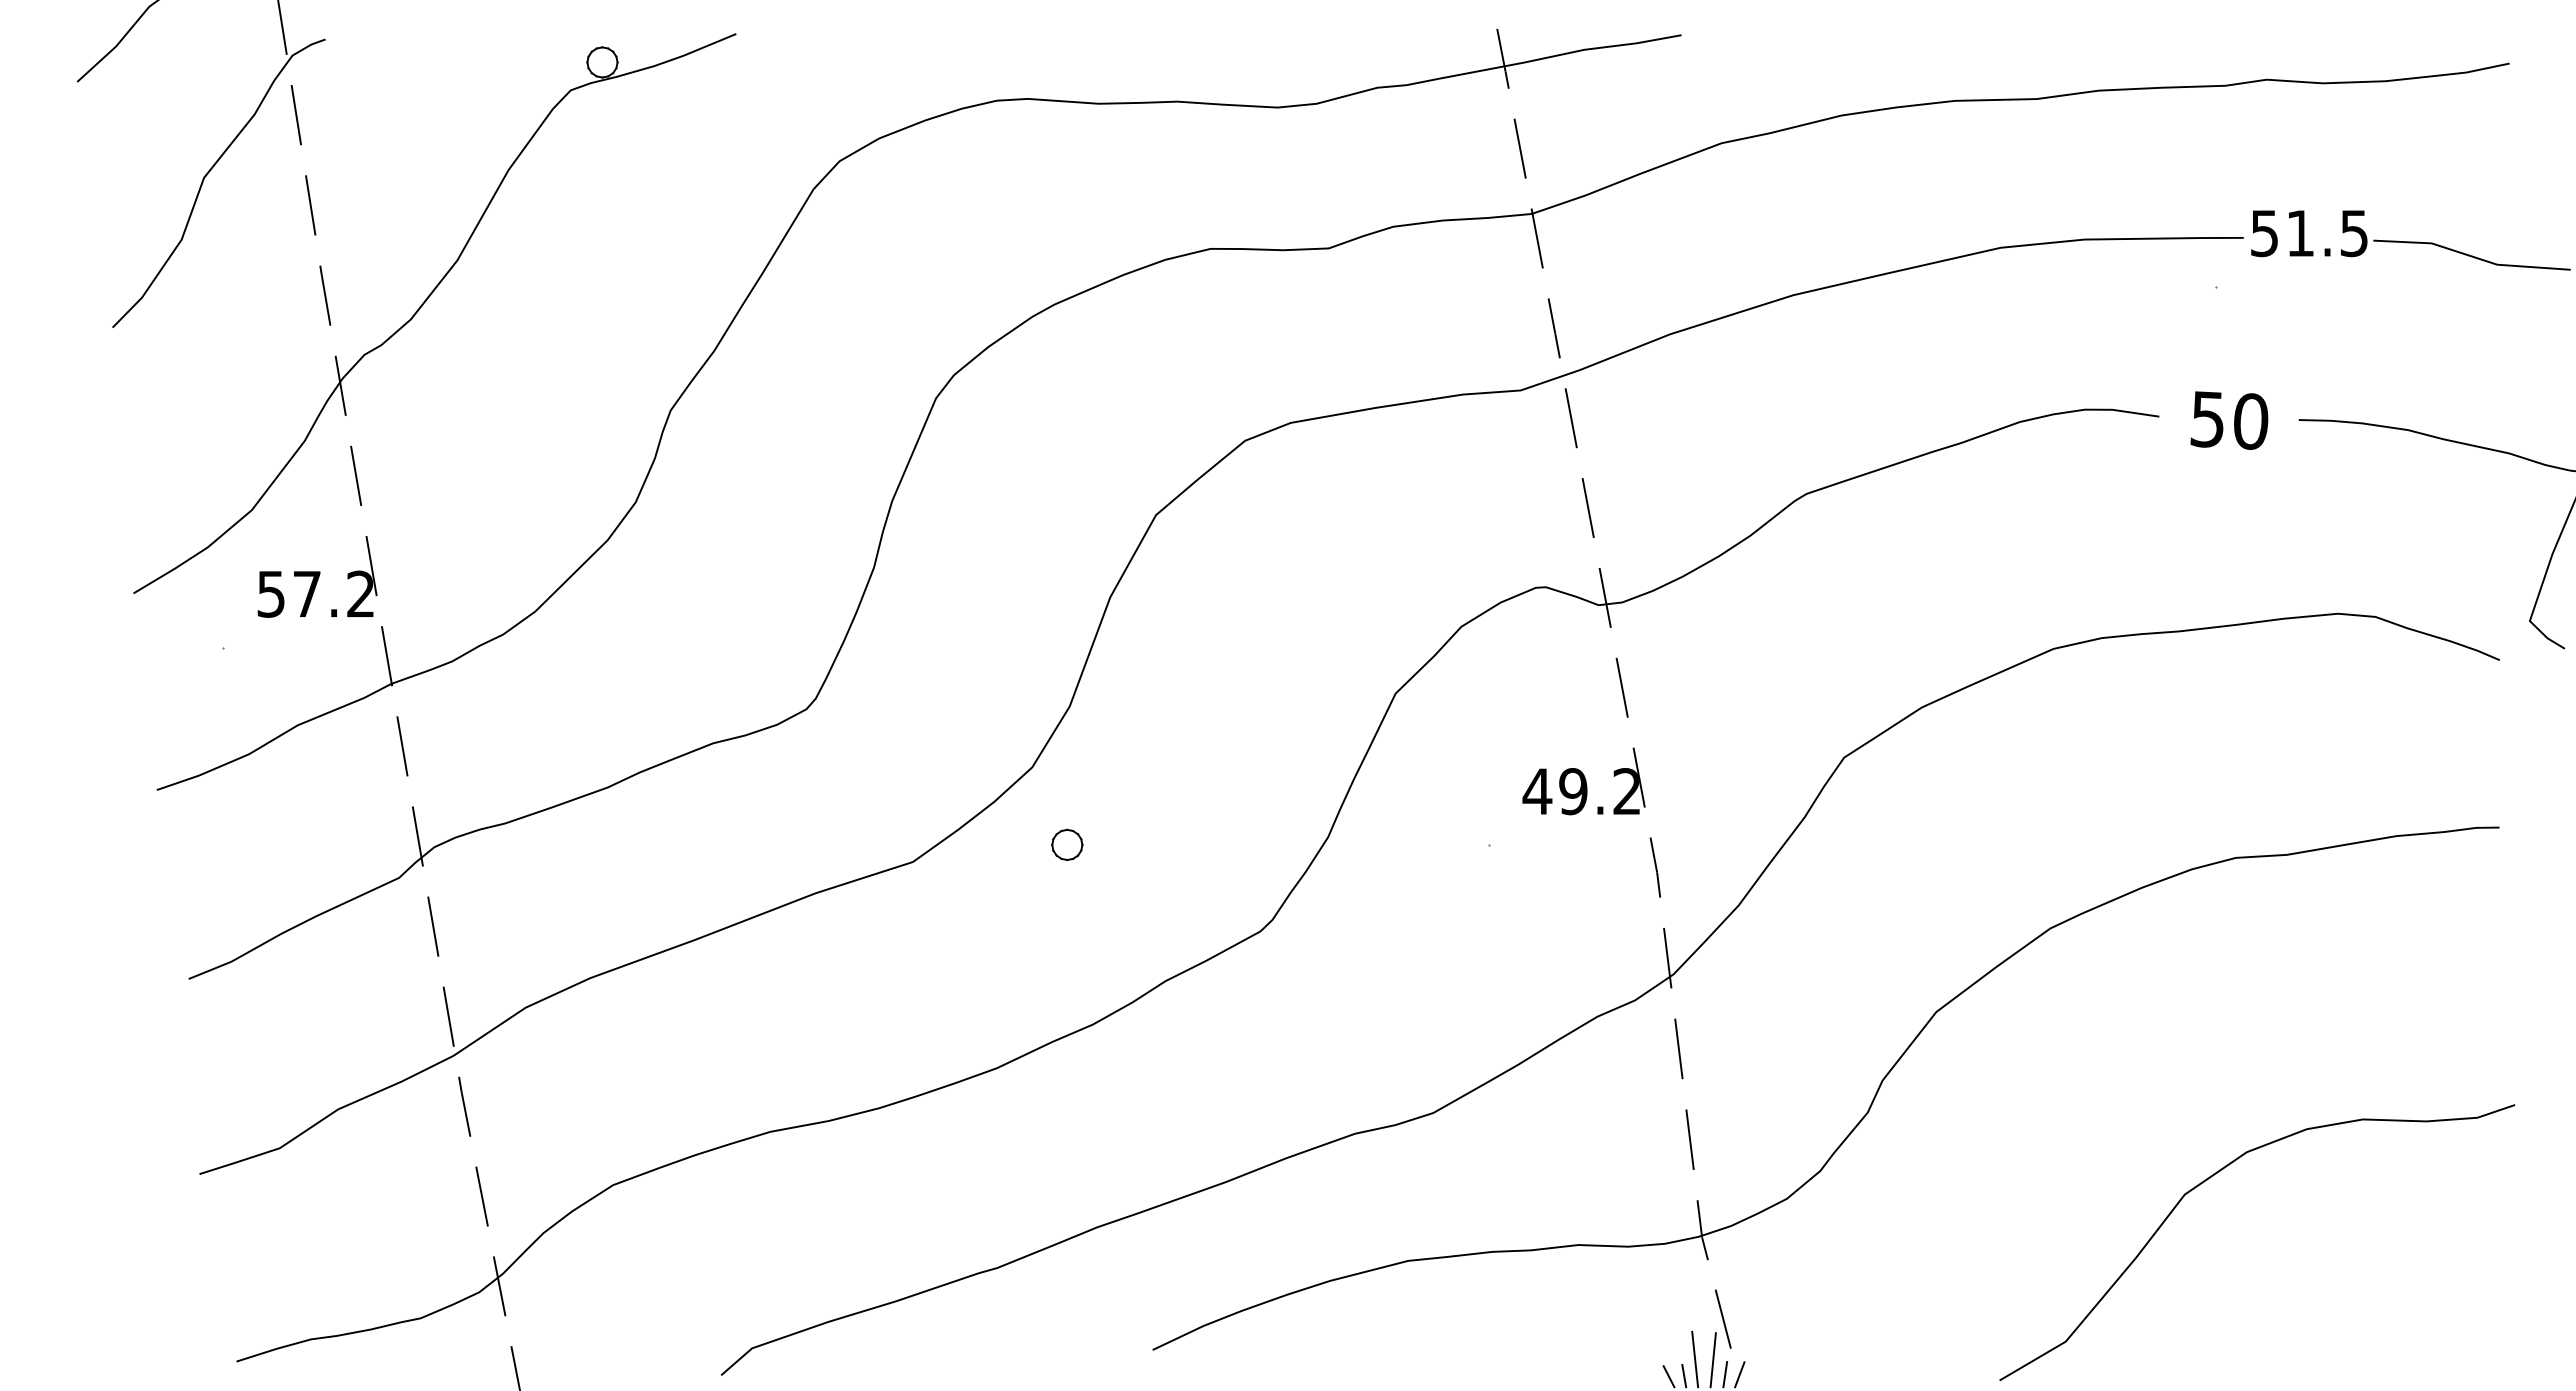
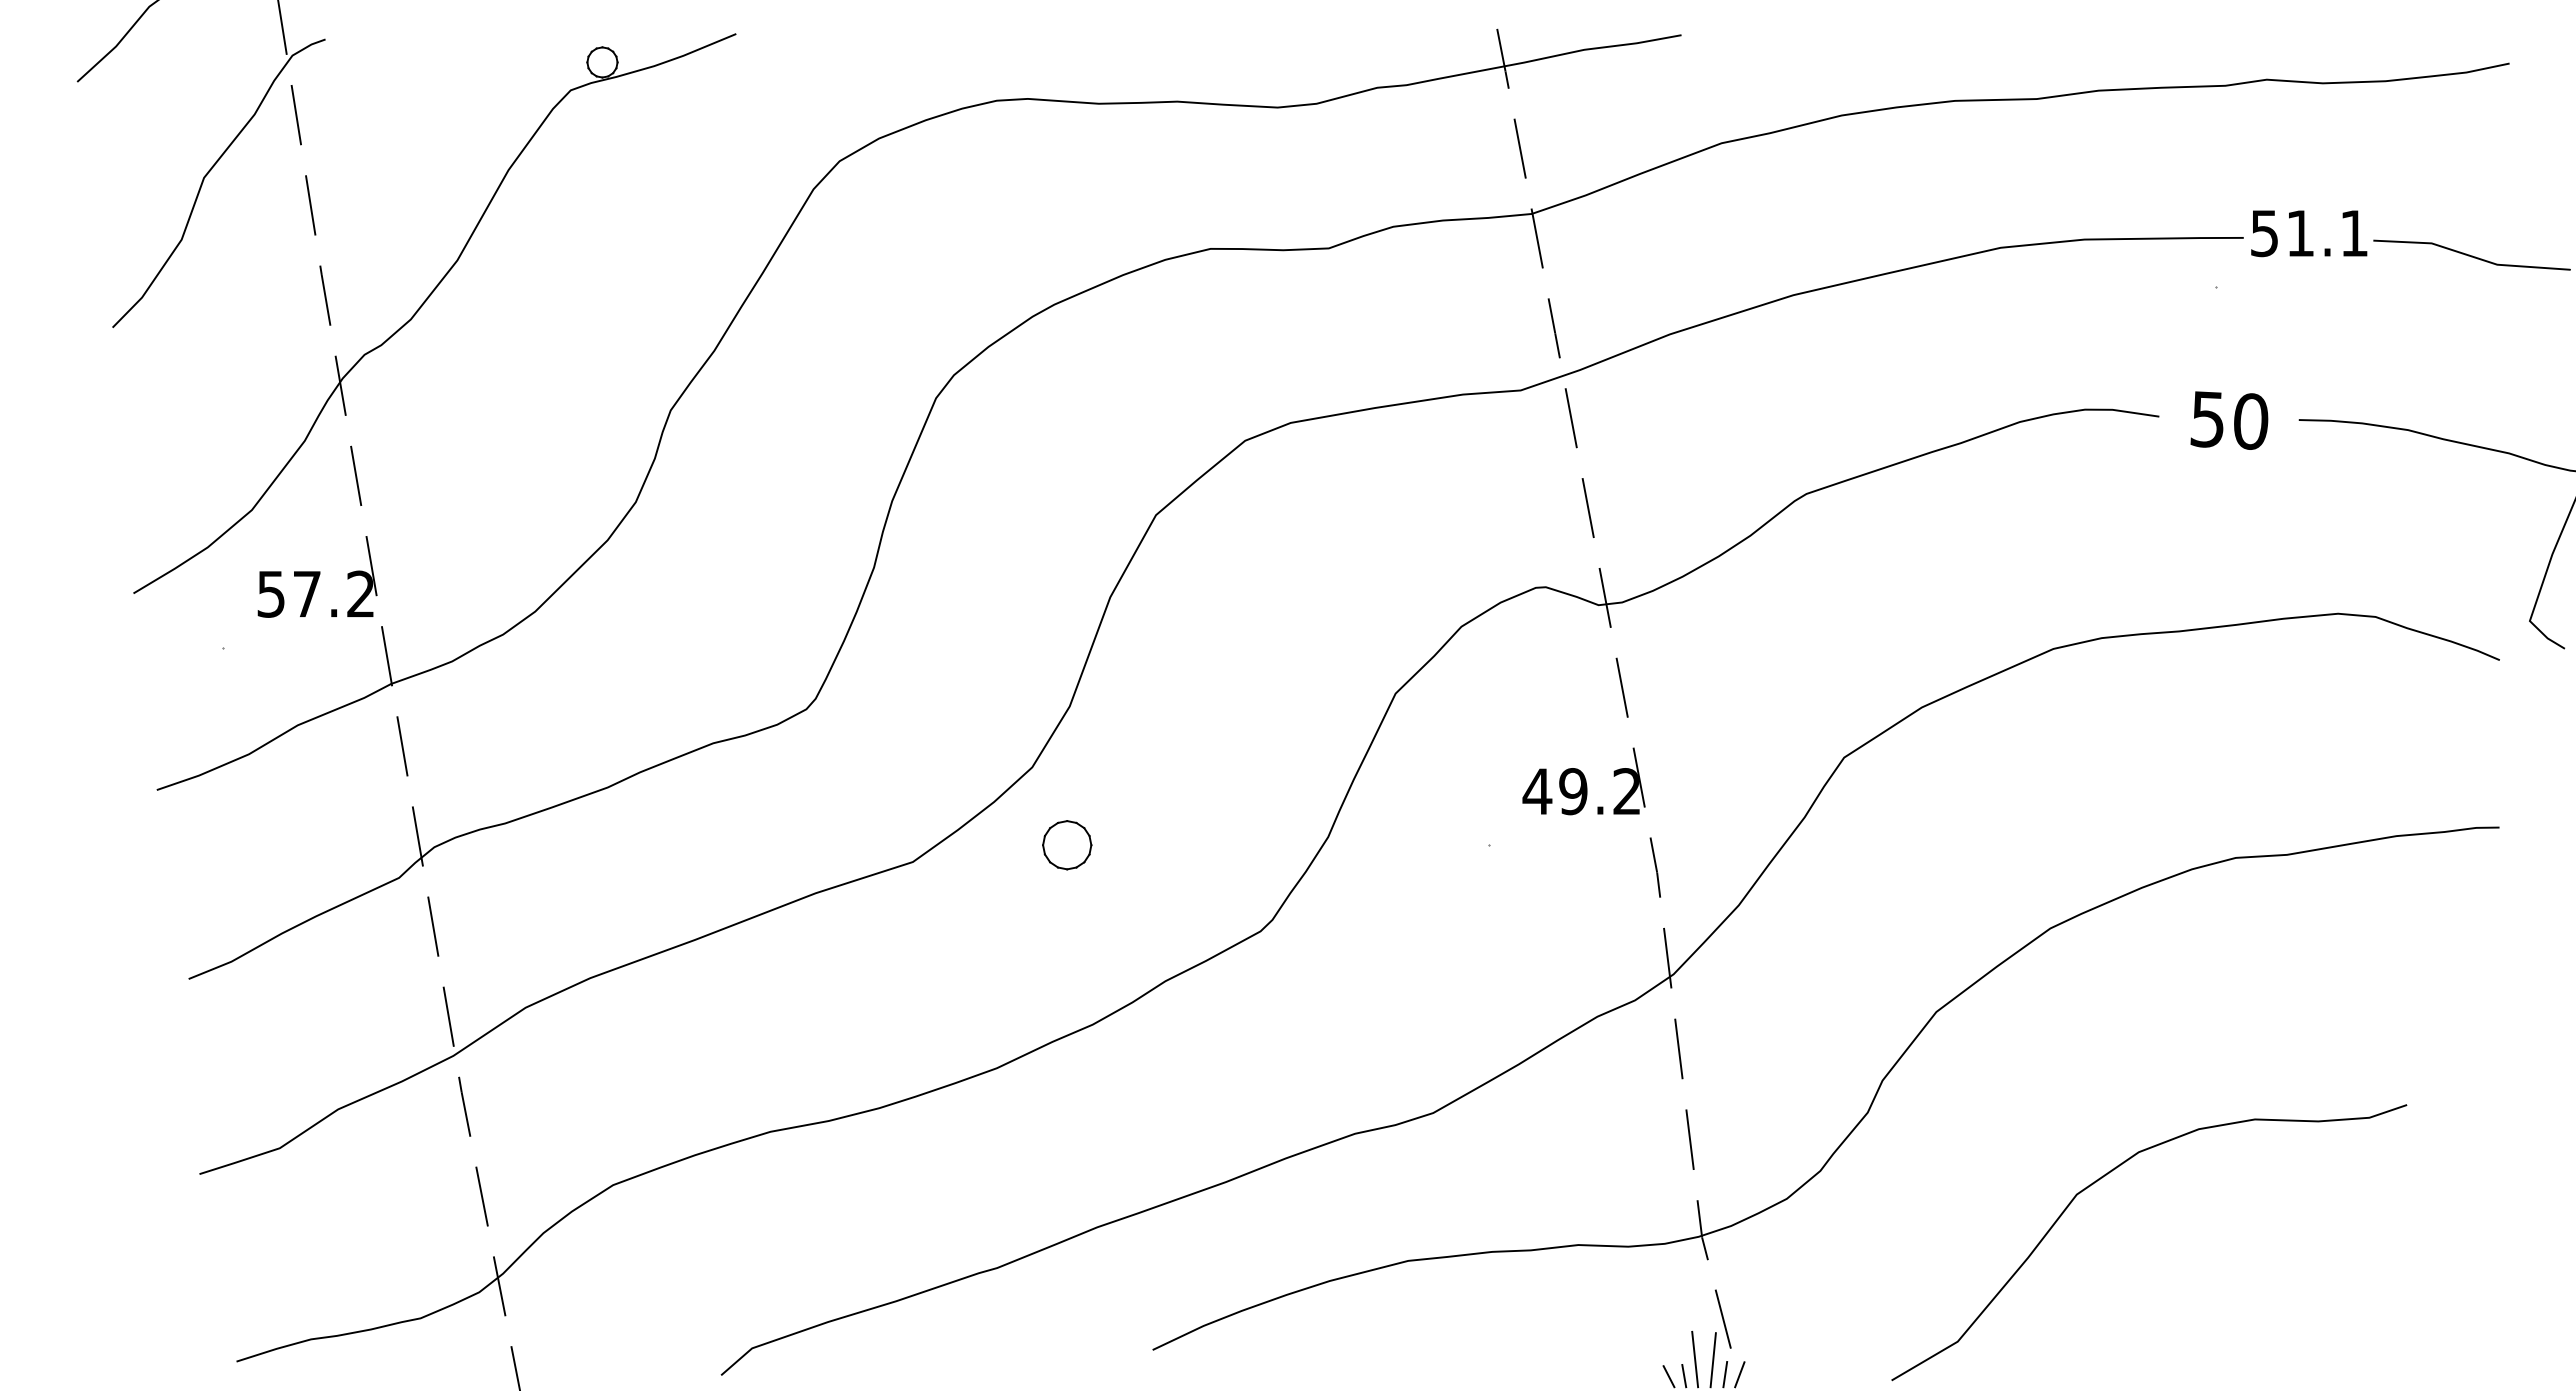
text at (2354, 233): 51.5 -> 51.1
part at (1067, 844) size: 33x33 px -> 51x51 px
curve at (2213, 1176) position: (2213, 1176) -> (2105, 1176)
